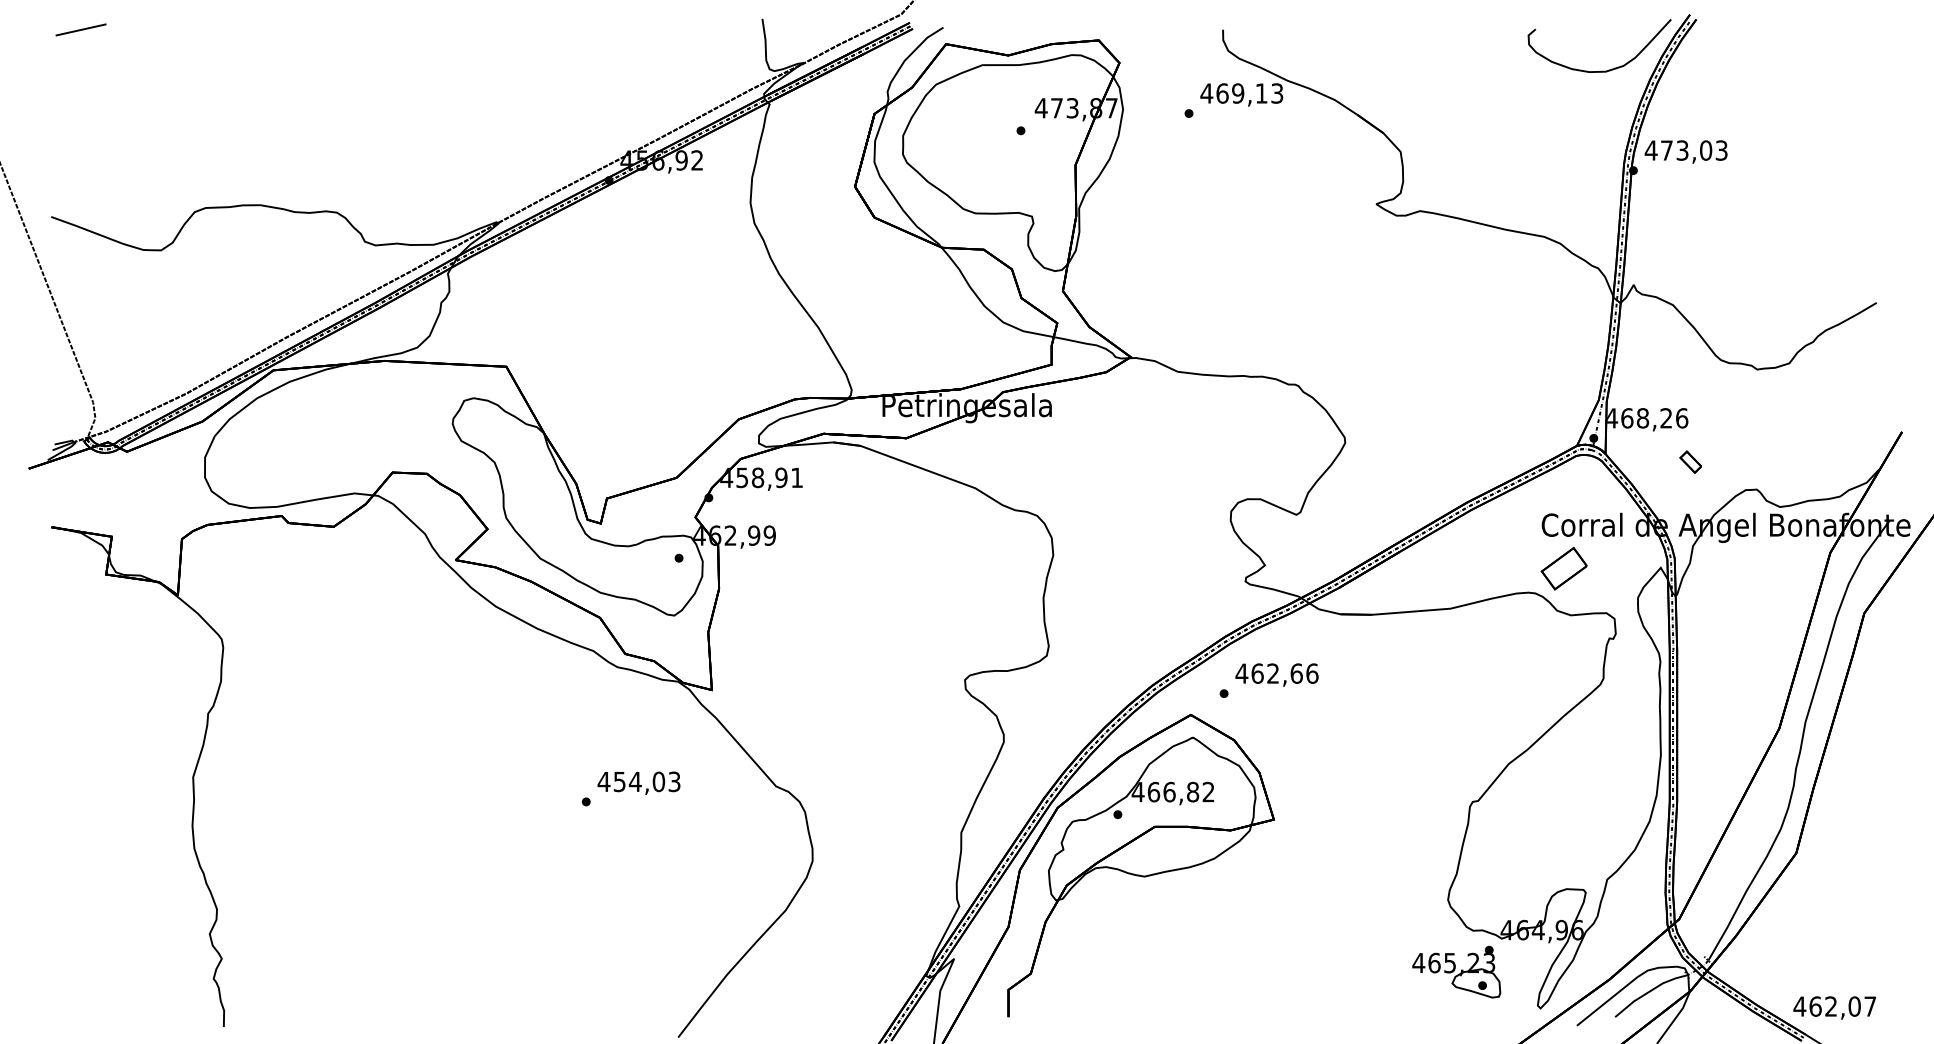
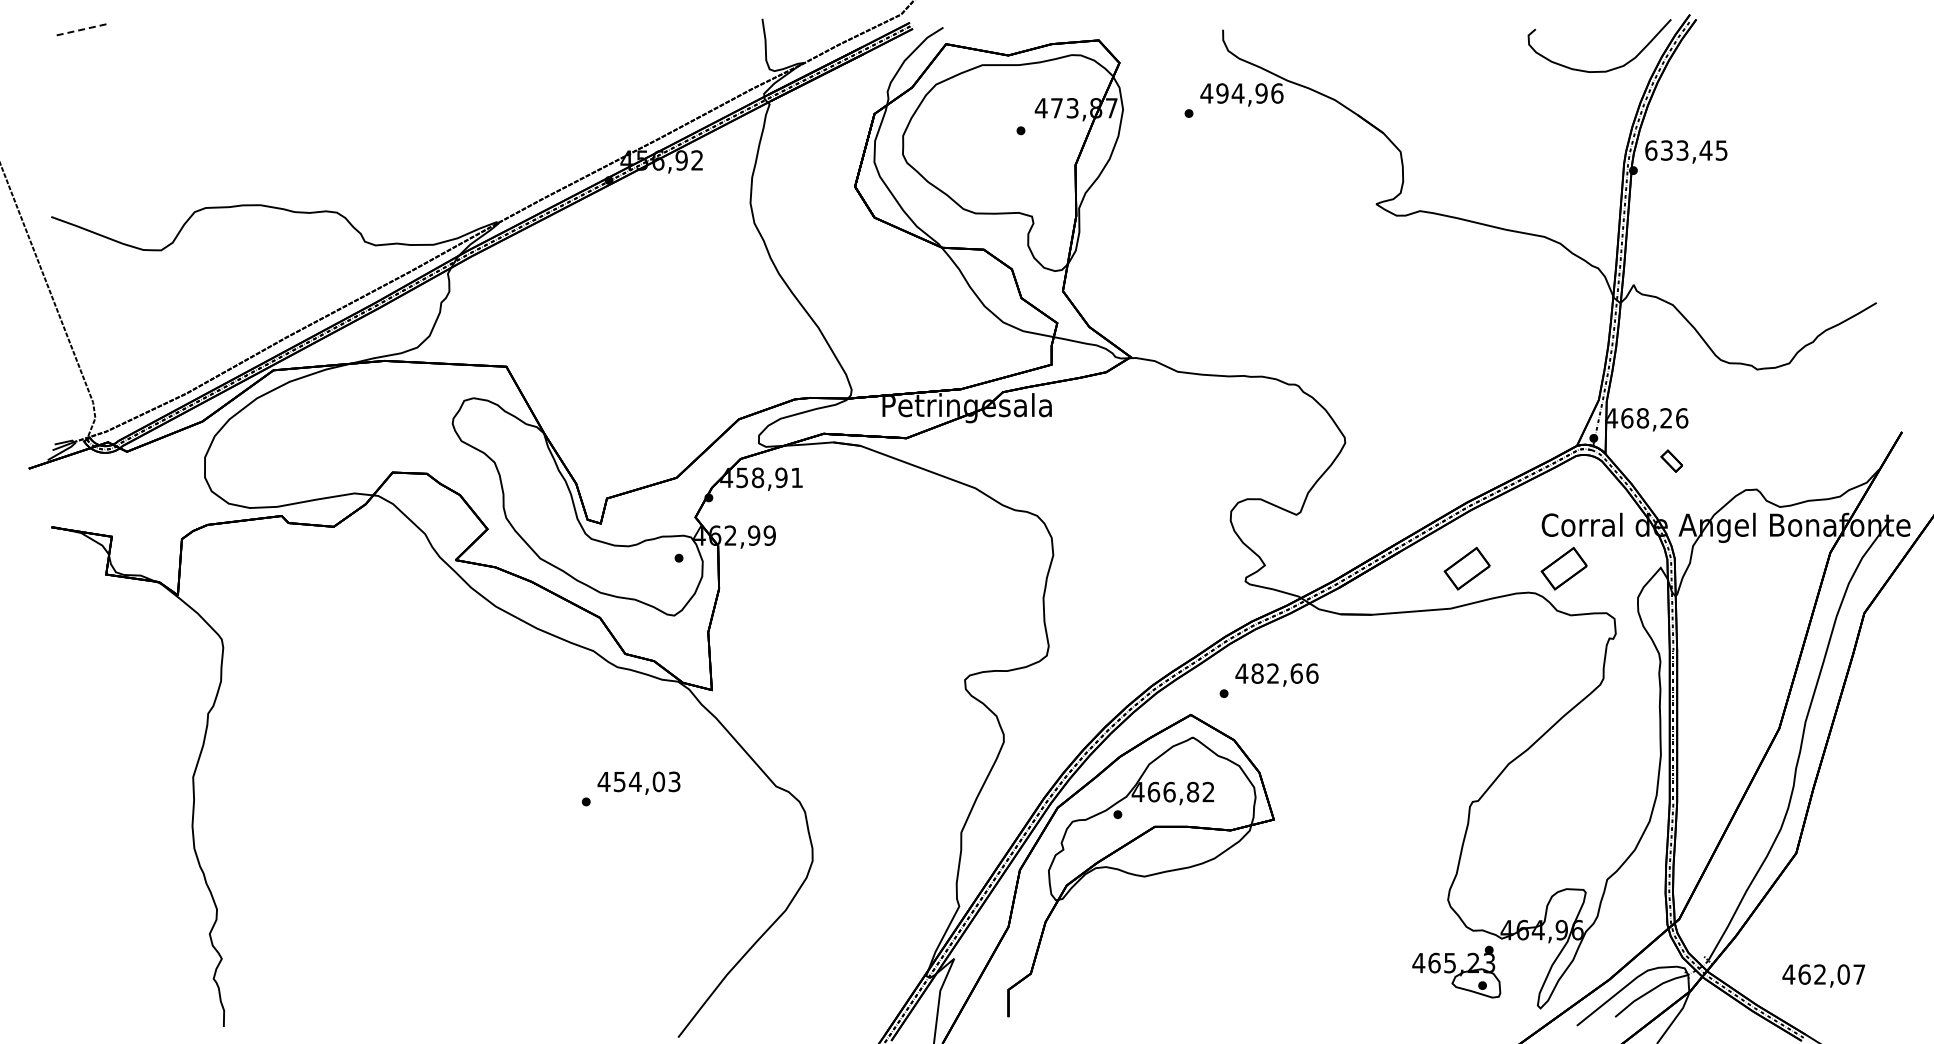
line at (80, 30): solid -> dashed
text at (1249, 93): 469,13 -> 494,96
text at (1685, 150): 473,03 -> 633,45
part at (1690, 461) position: (1690, 461) -> (1671, 460)
part at (1466, 568): none -> present
text at (1257, 673): 462,66 -> 482,66
text at (1834, 1007) position: (1834, 1007) -> (1823, 975)
